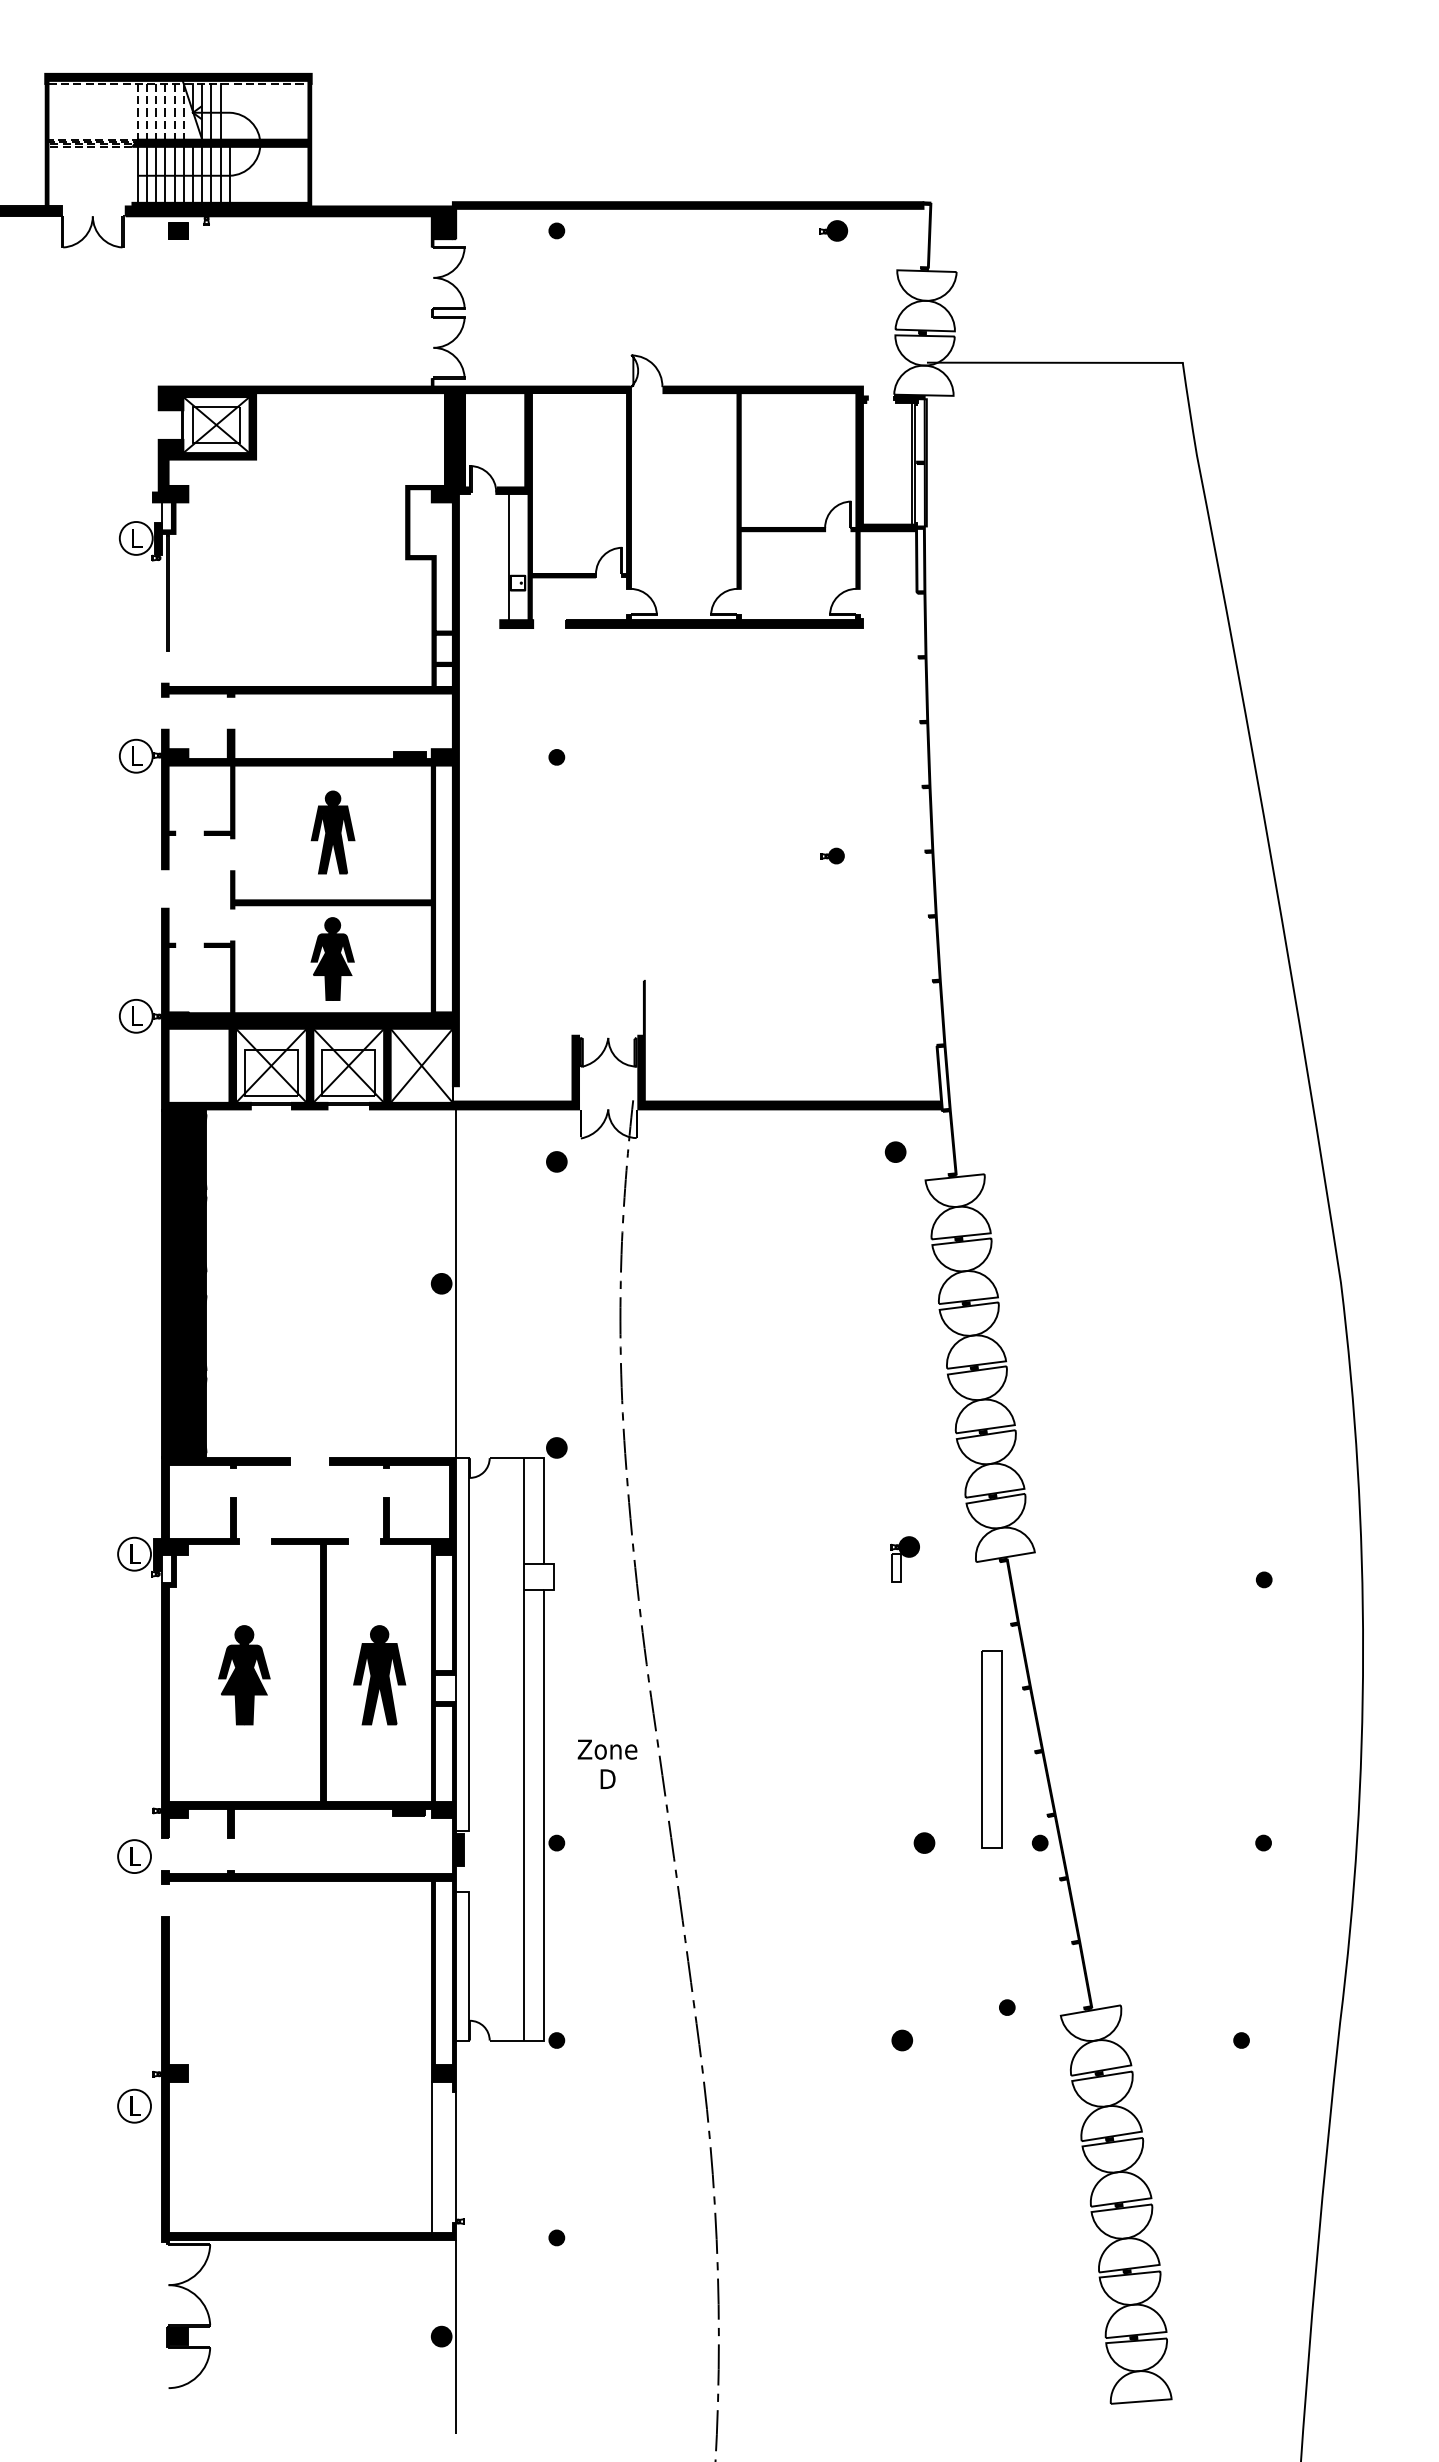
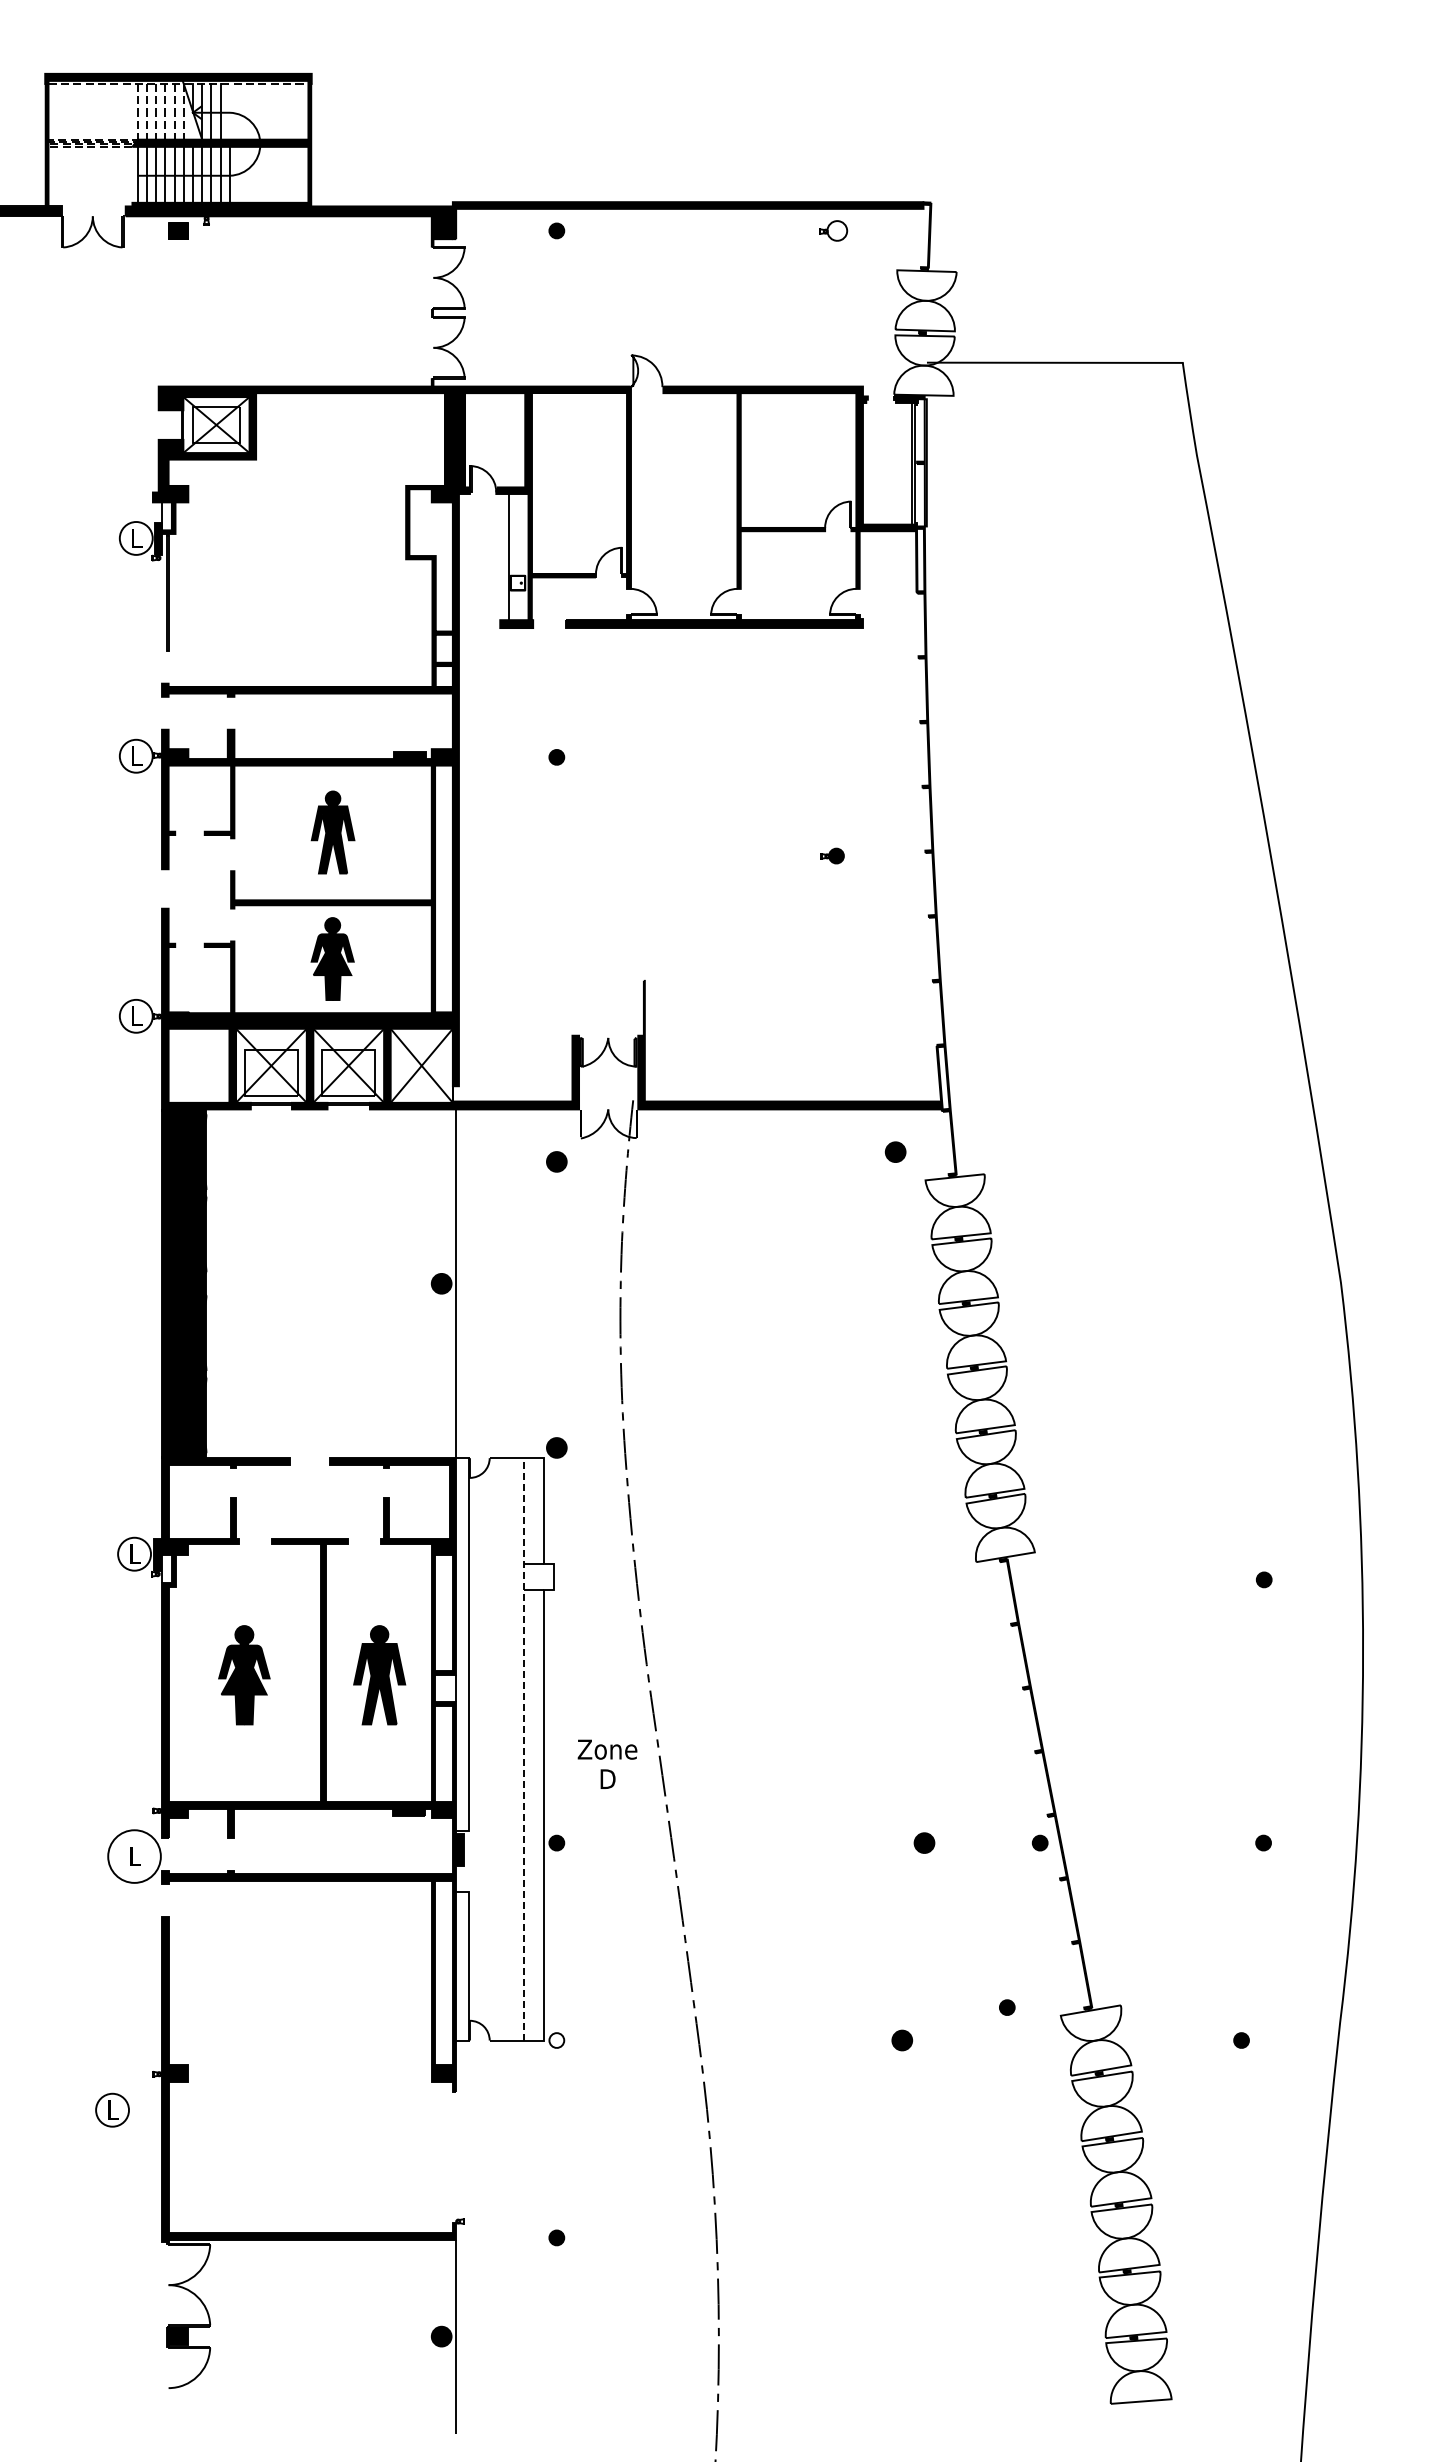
fill at (837, 230): present -> none
part at (904, 1559): present -> none
line at (524, 1748): solid -> dashed
part at (991, 1749): present -> none
circle at (134, 1856) diameter: 33 px -> 53 px
fill at (556, 2040): present -> none
part at (134, 2105) position: (134, 2105) -> (112, 2109)
line at (431, 2157): present -> none
line at (456, 2157): present -> none
